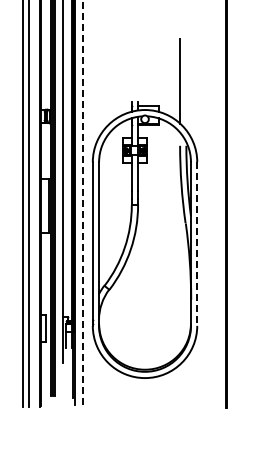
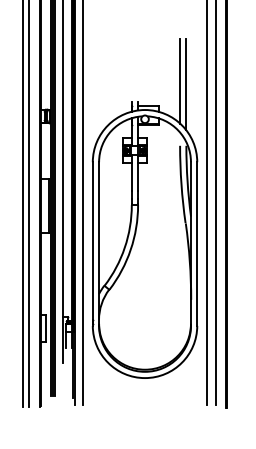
line at (186, 84): none -> present
line at (82, 202): dashed -> solid
line at (207, 203): none -> present
line at (215, 203): none -> present
line at (197, 244): dashed -> solid
